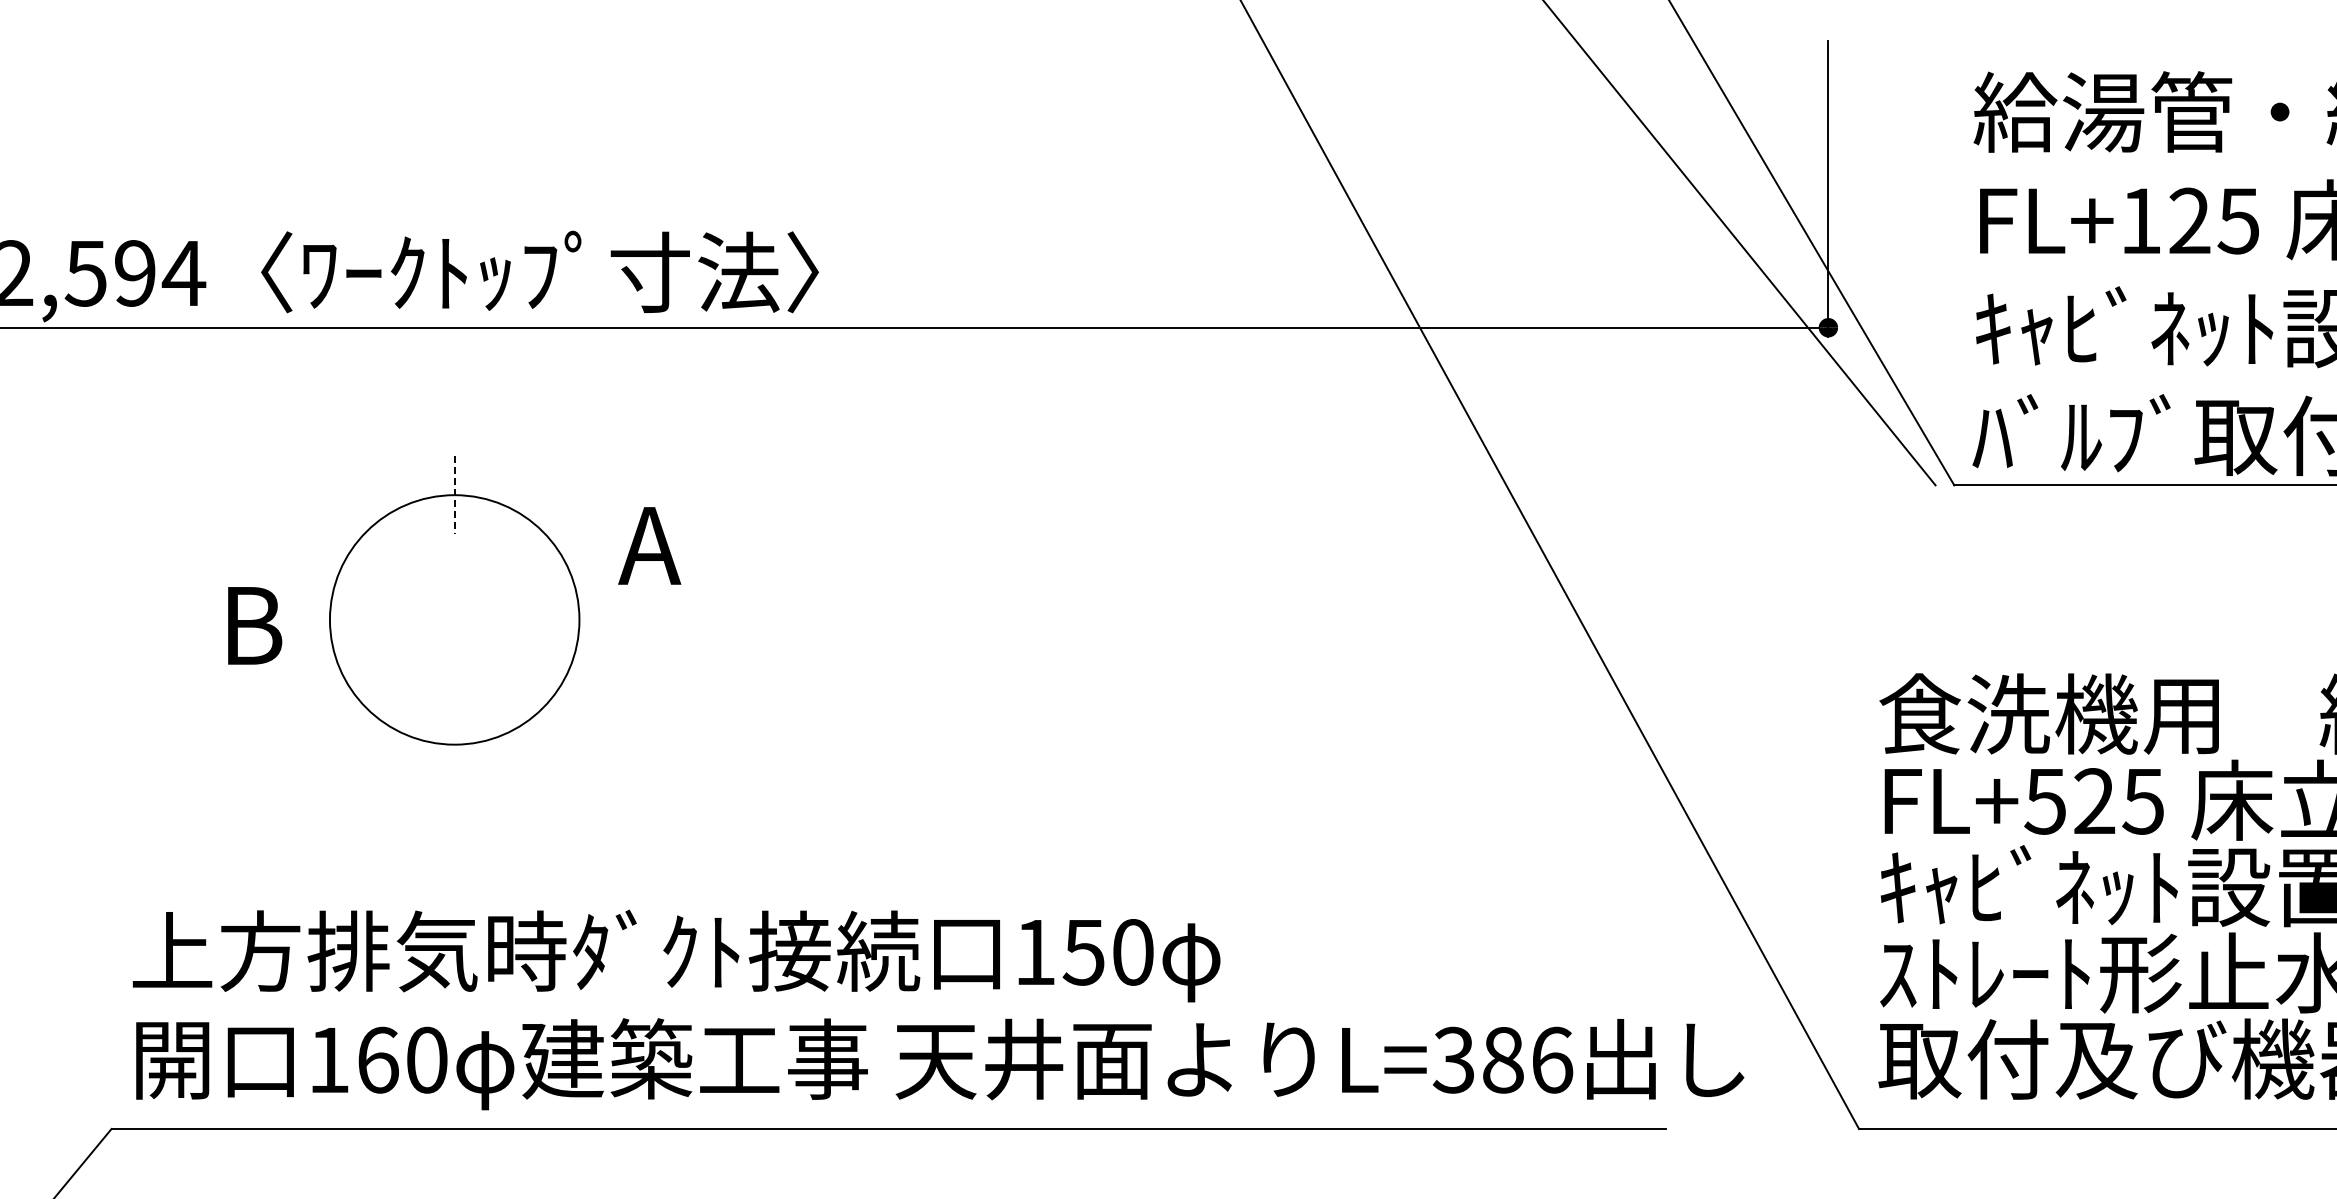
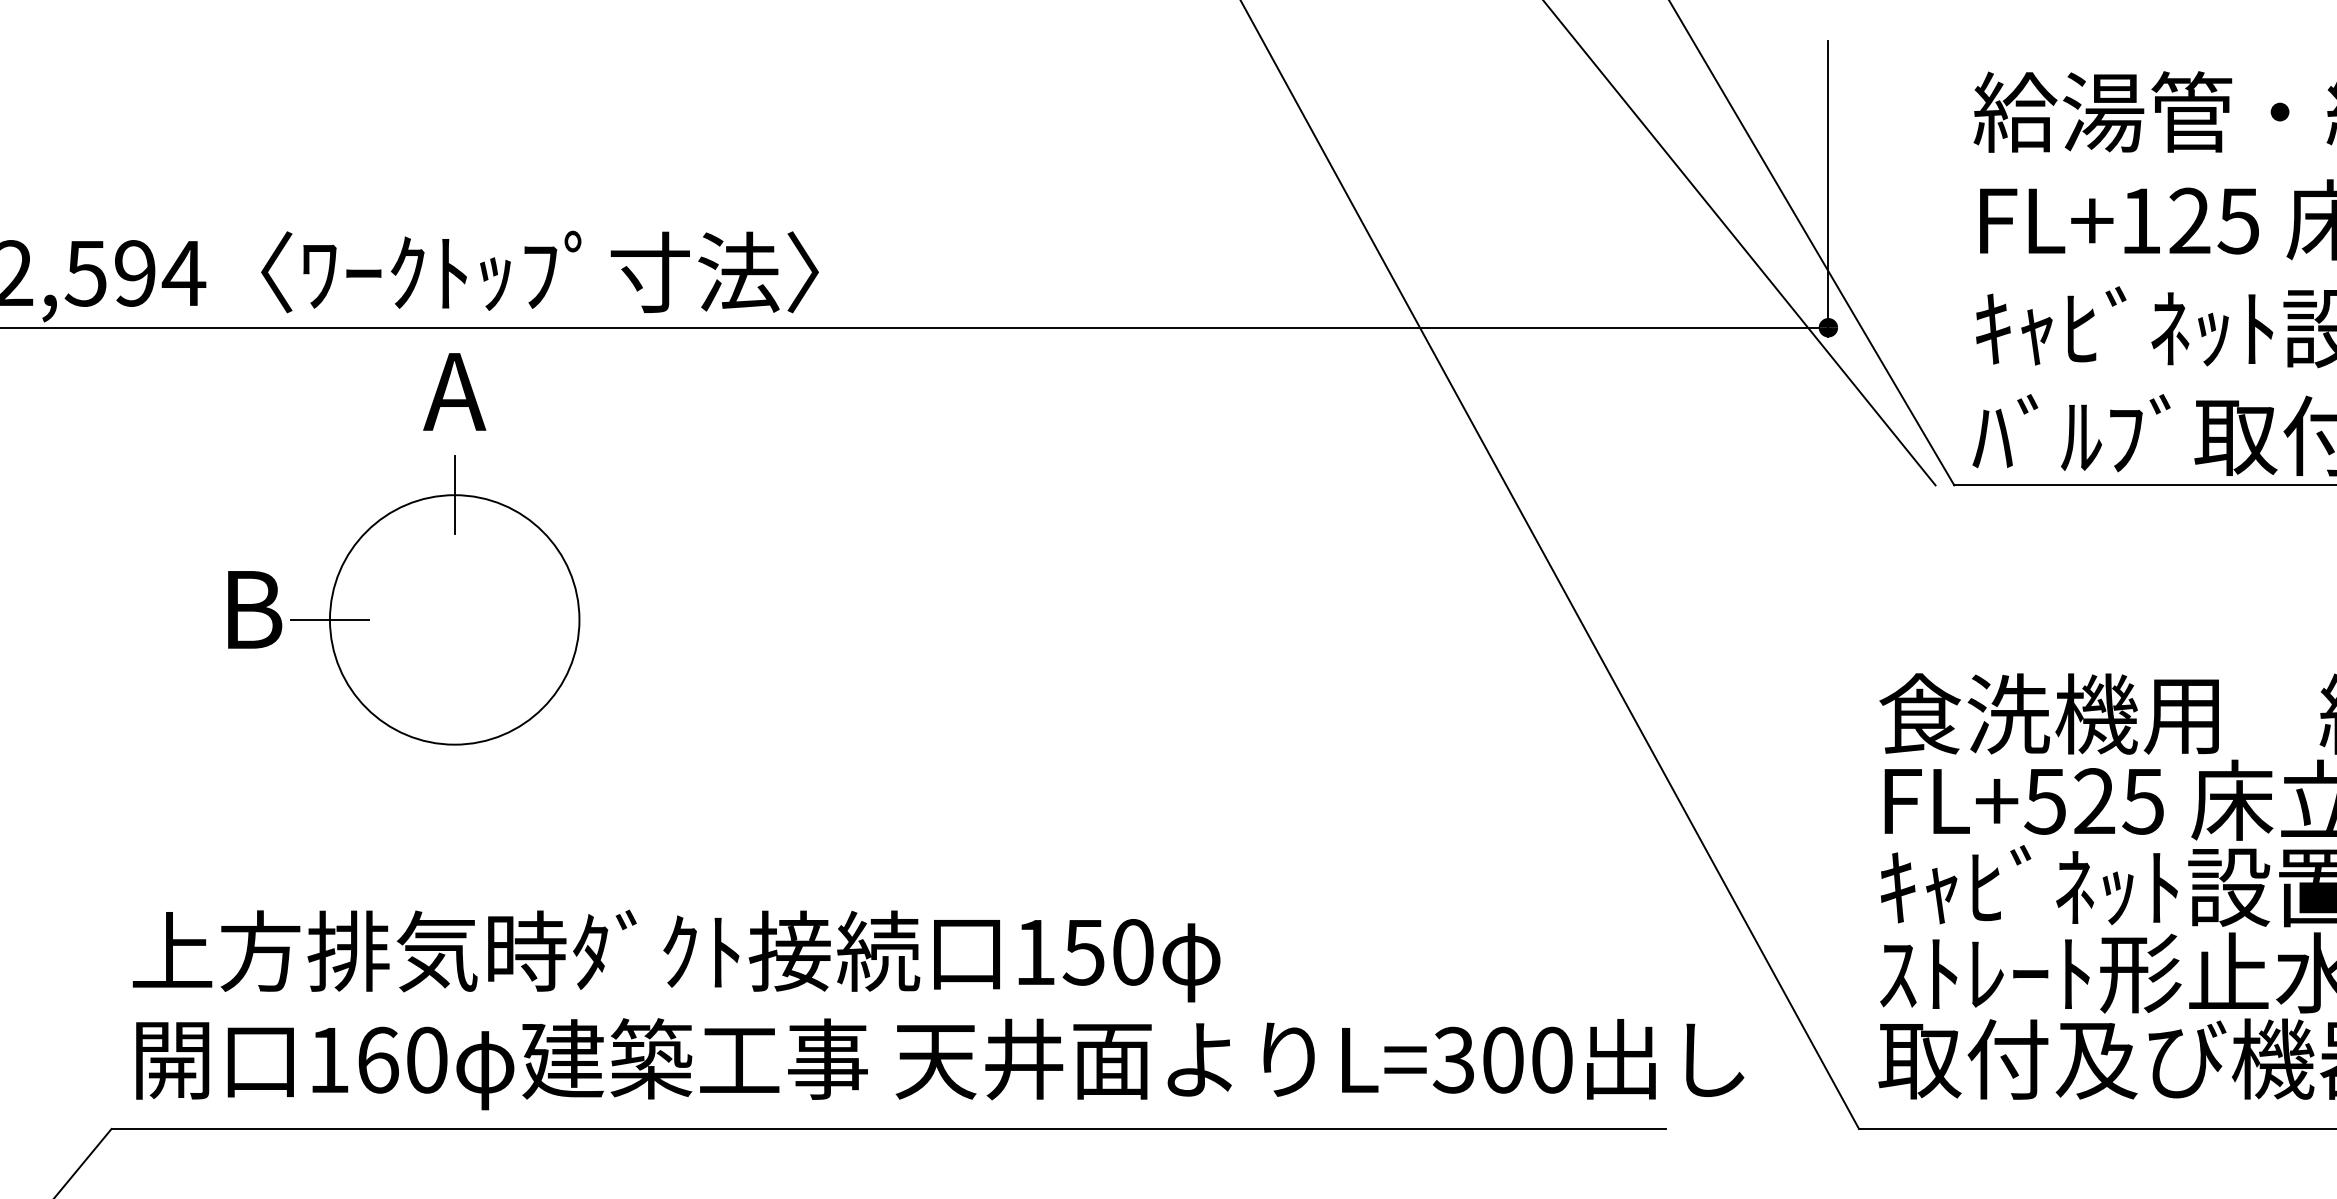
line at (454, 495): dashed -> solid
text at (649, 545) position: (649, 545) -> (454, 391)
line at (329, 619): none -> present
text at (255, 625) position: (255, 625) -> (255, 609)
text at (1528, 1059): L=386 -> L=300
